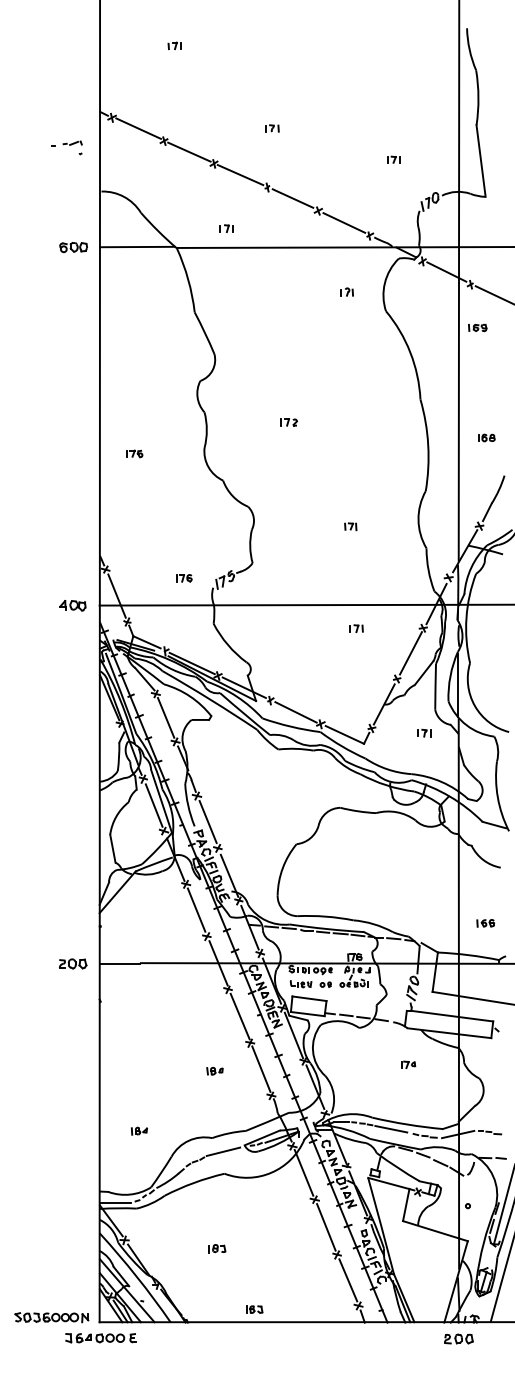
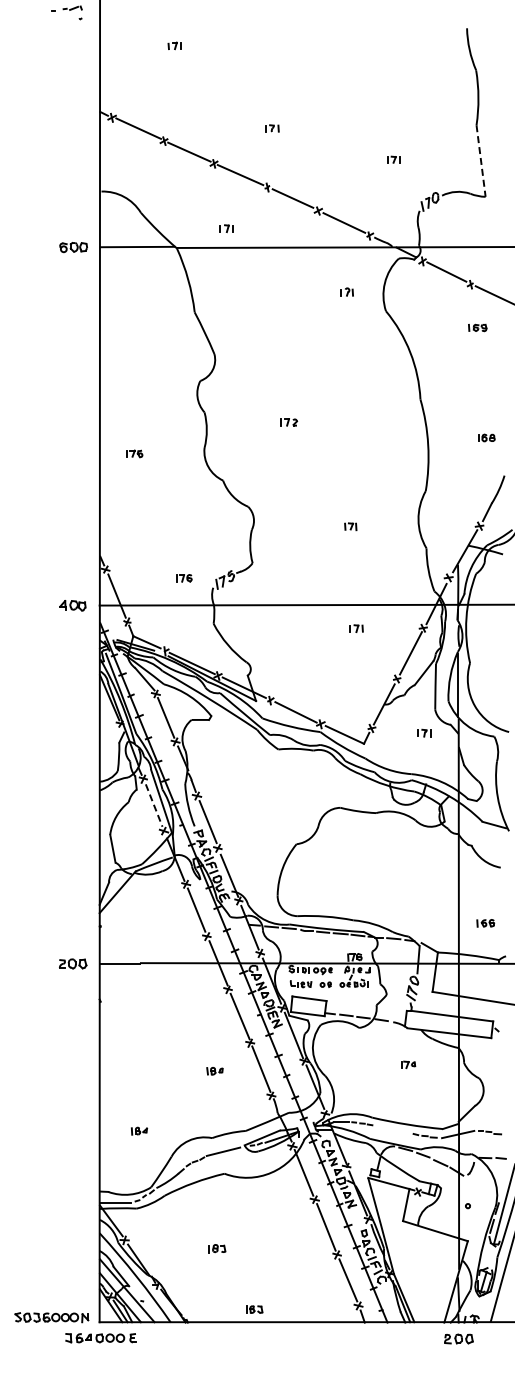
part at (66, 147) position: (66, 147) -> (66, 12)
line at (481, 161): solid -> dashed
line at (458, 281): present -> none
line at (154, 805): solid -> dashed
line at (391, 1129): present -> none
